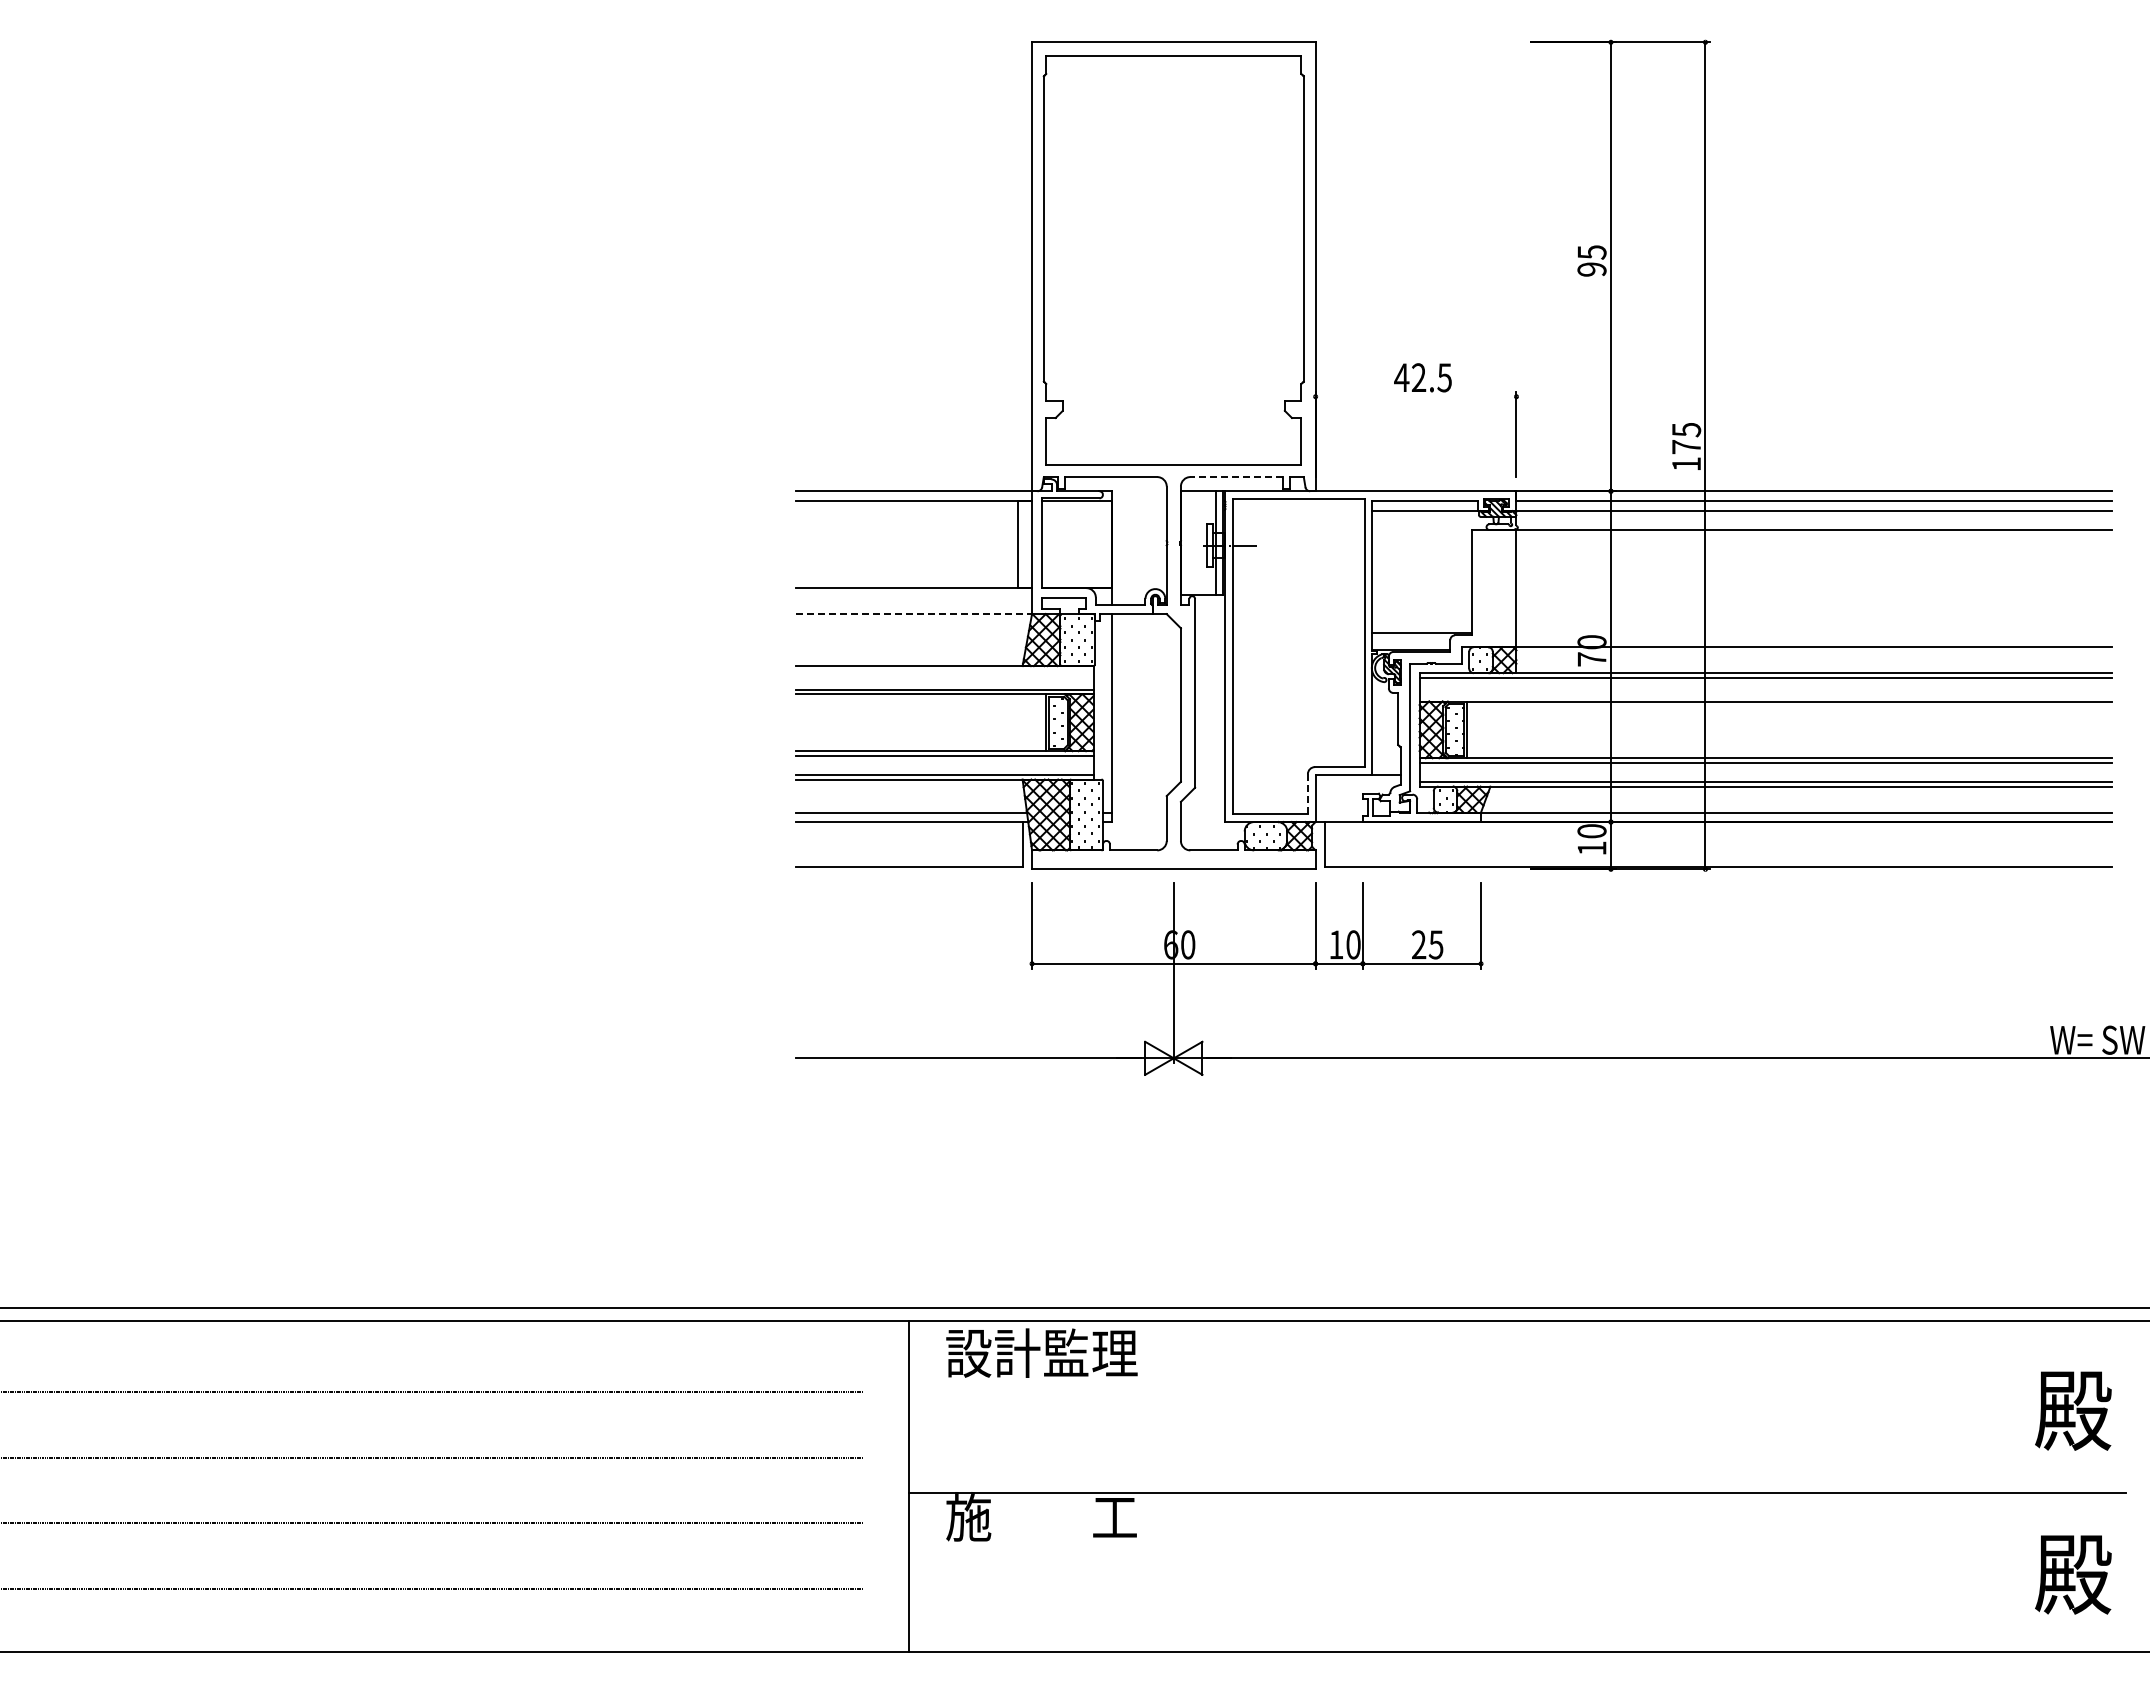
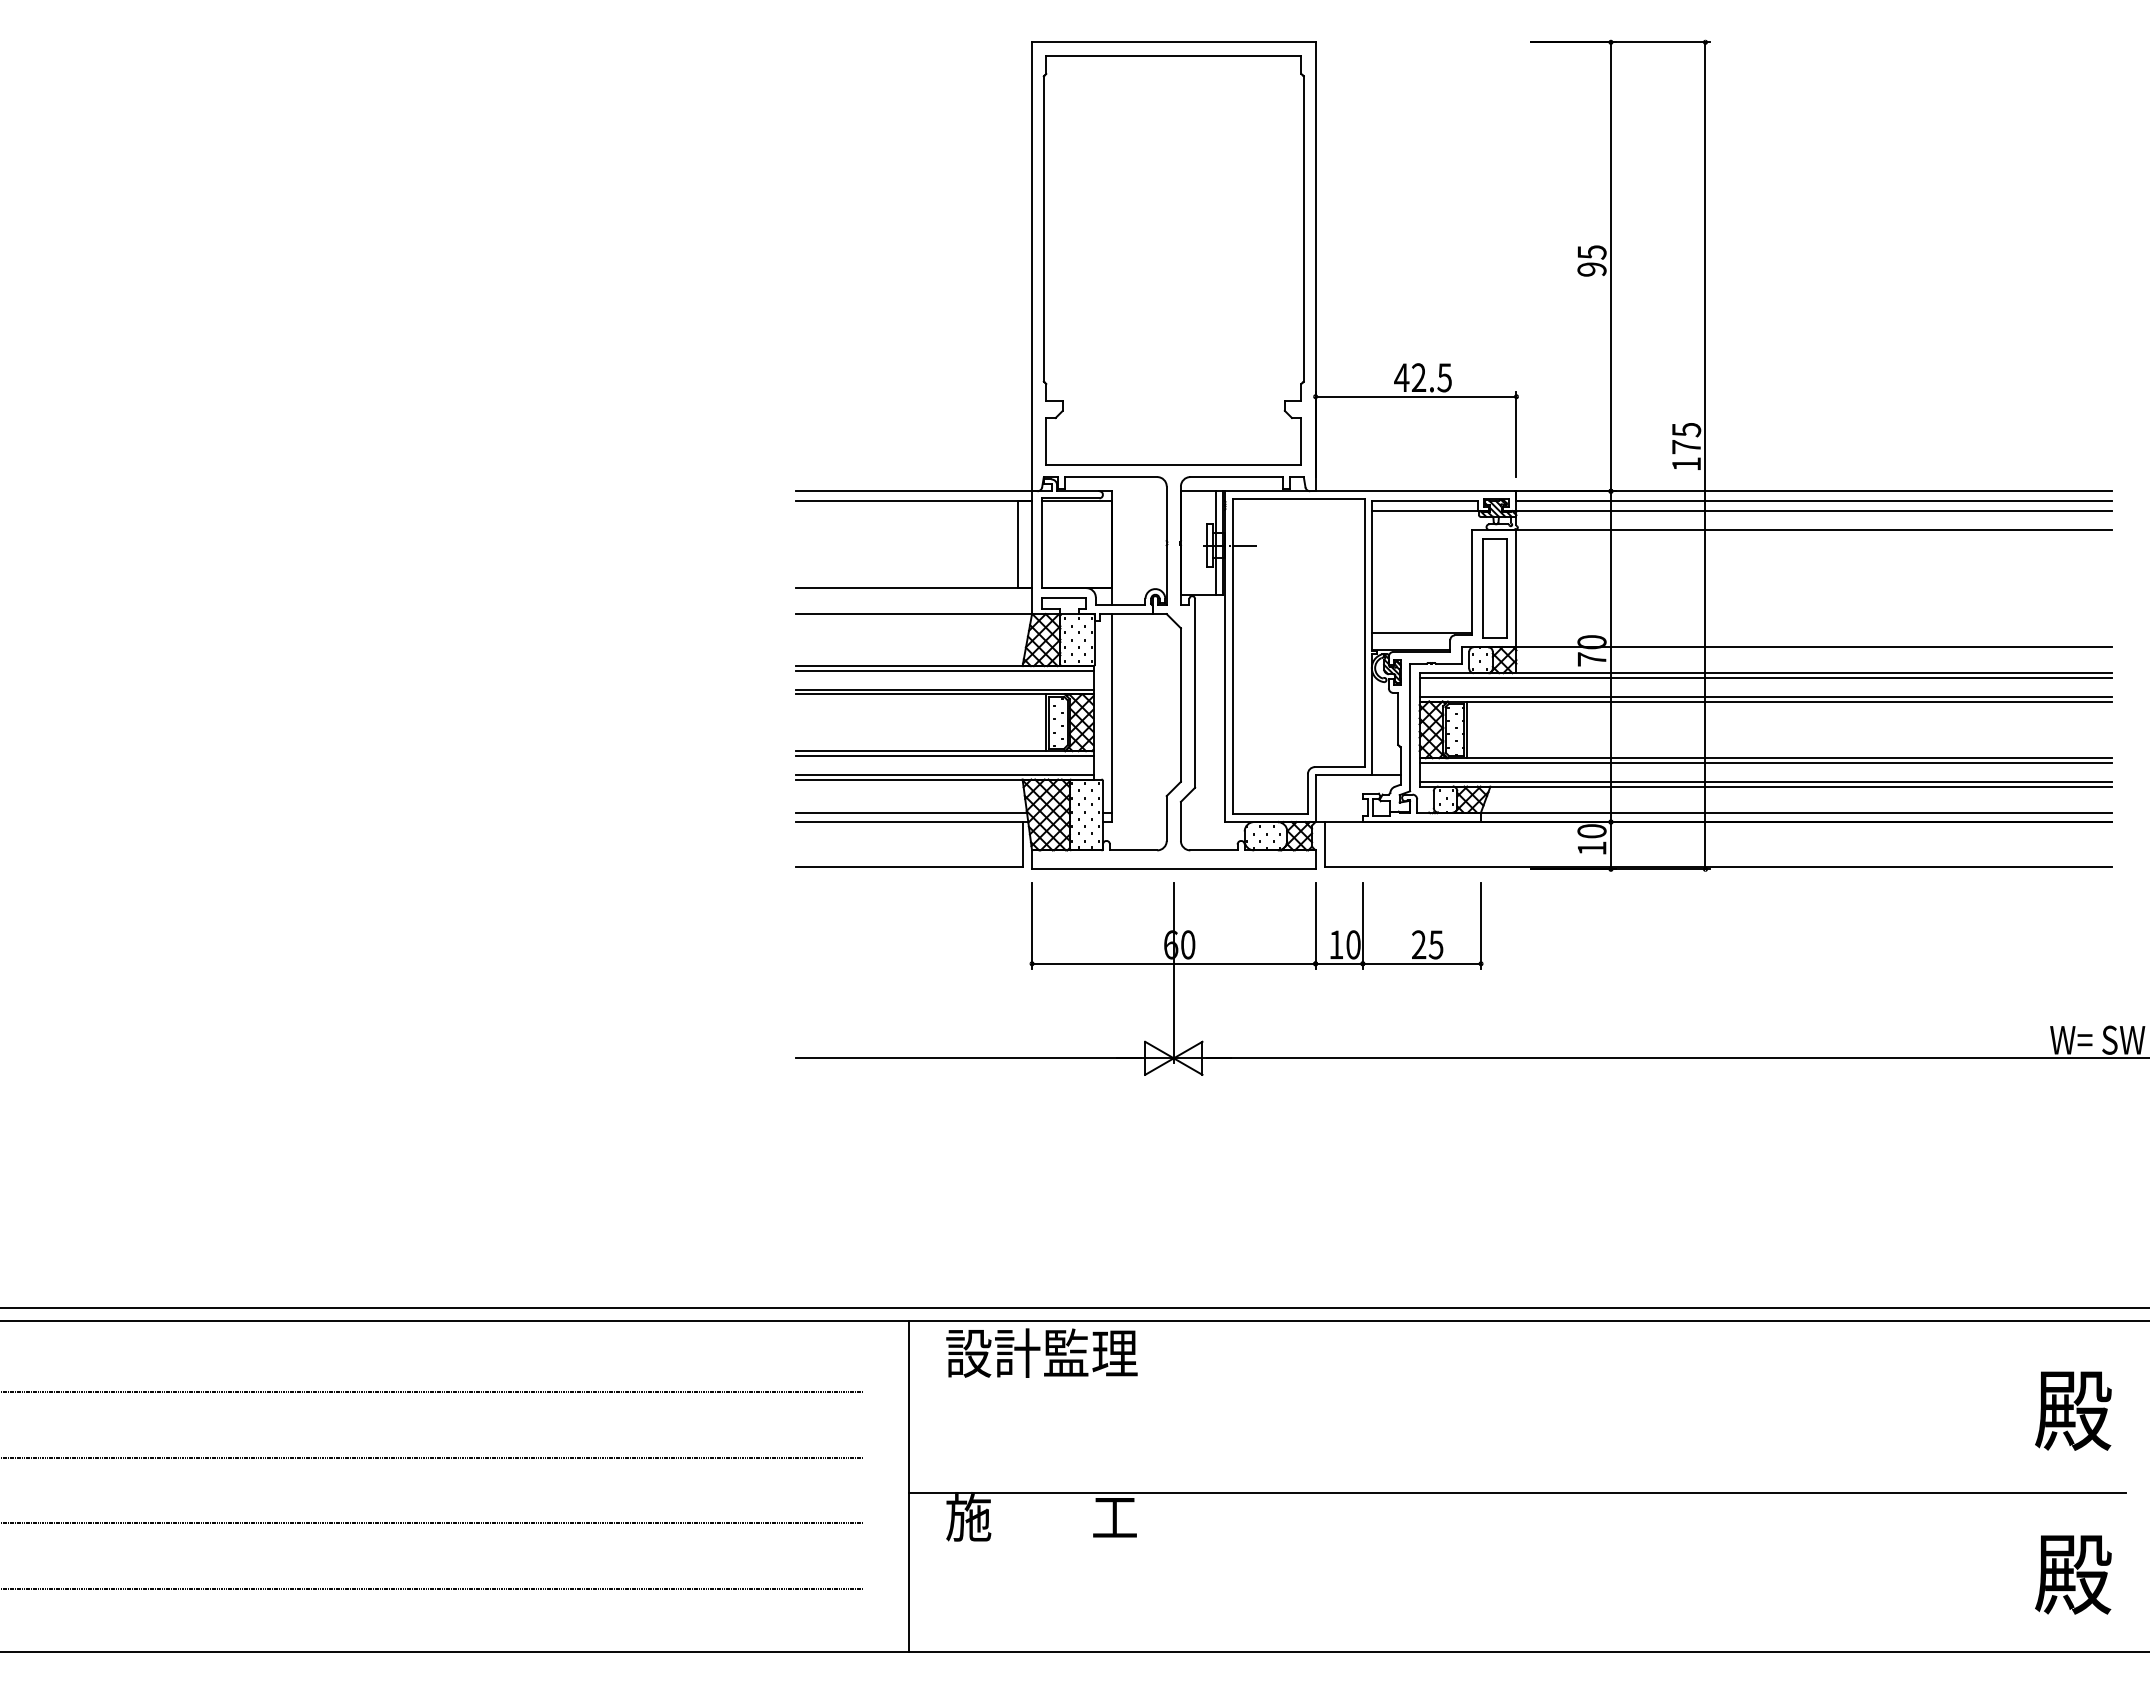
line at (1415, 396): none -> present
line at (1235, 477): dashed -> solid
part at (1494, 588): none -> present
line at (914, 614): dashed -> solid
line at (944, 670): none -> present
line at (1765, 696): none -> present
line at (1307, 793): dashed -> solid
